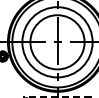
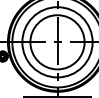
line at (57, 97): dashed -> solid
